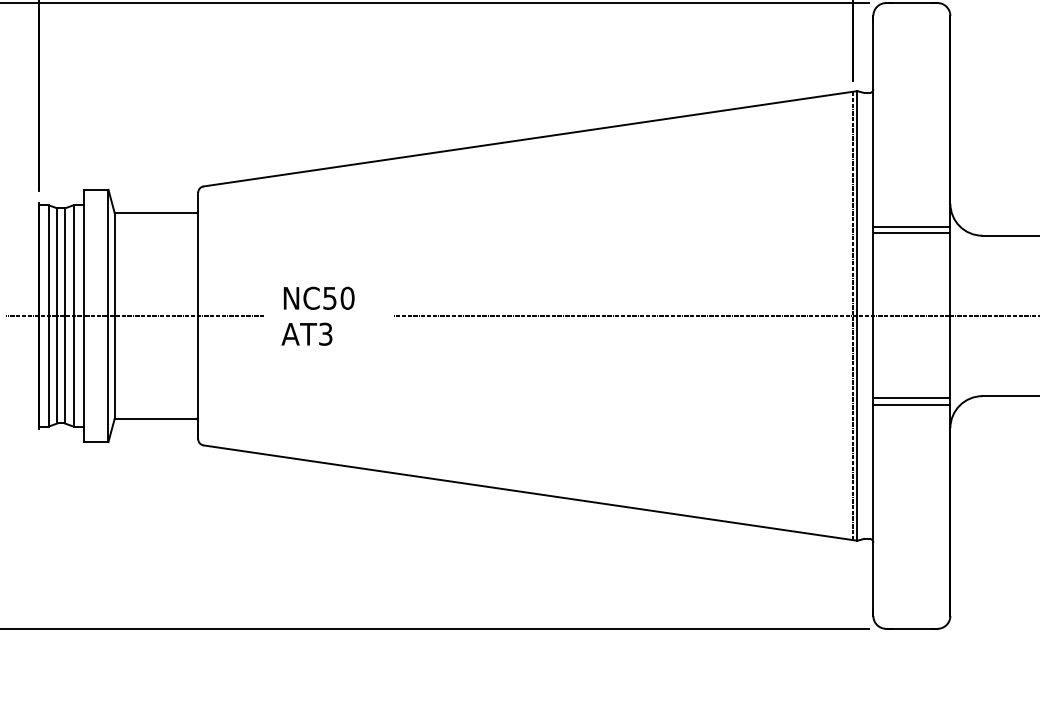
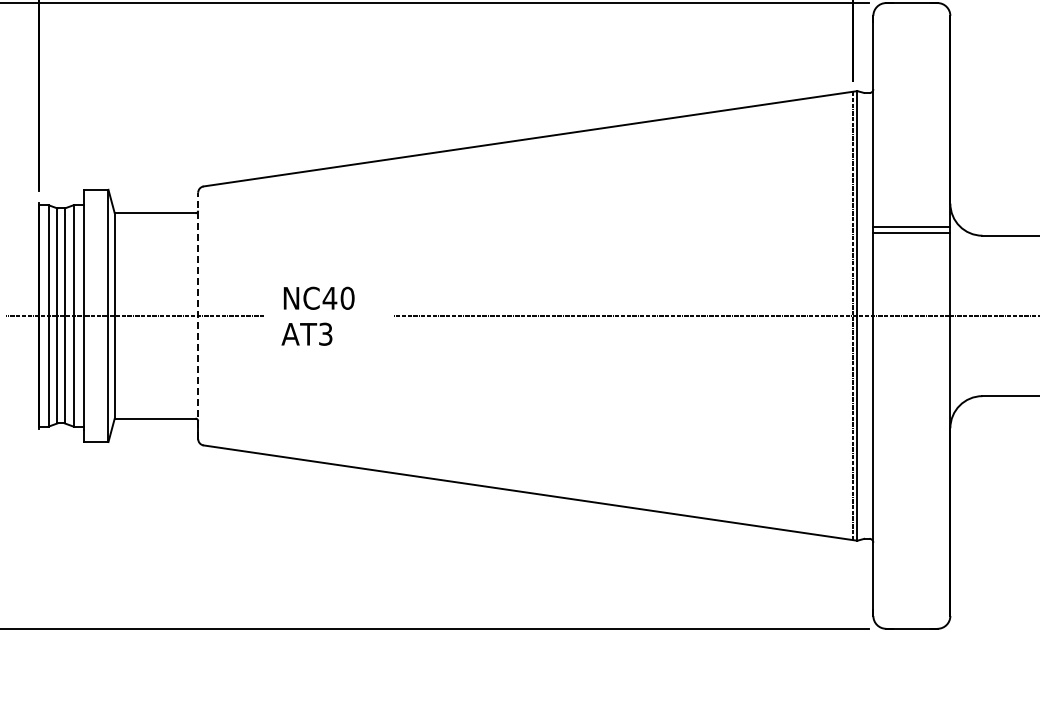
text at (329, 298): NC50 -> NC40
line at (198, 315): solid -> dashed
line at (911, 398): present -> none
line at (911, 404): present -> none
